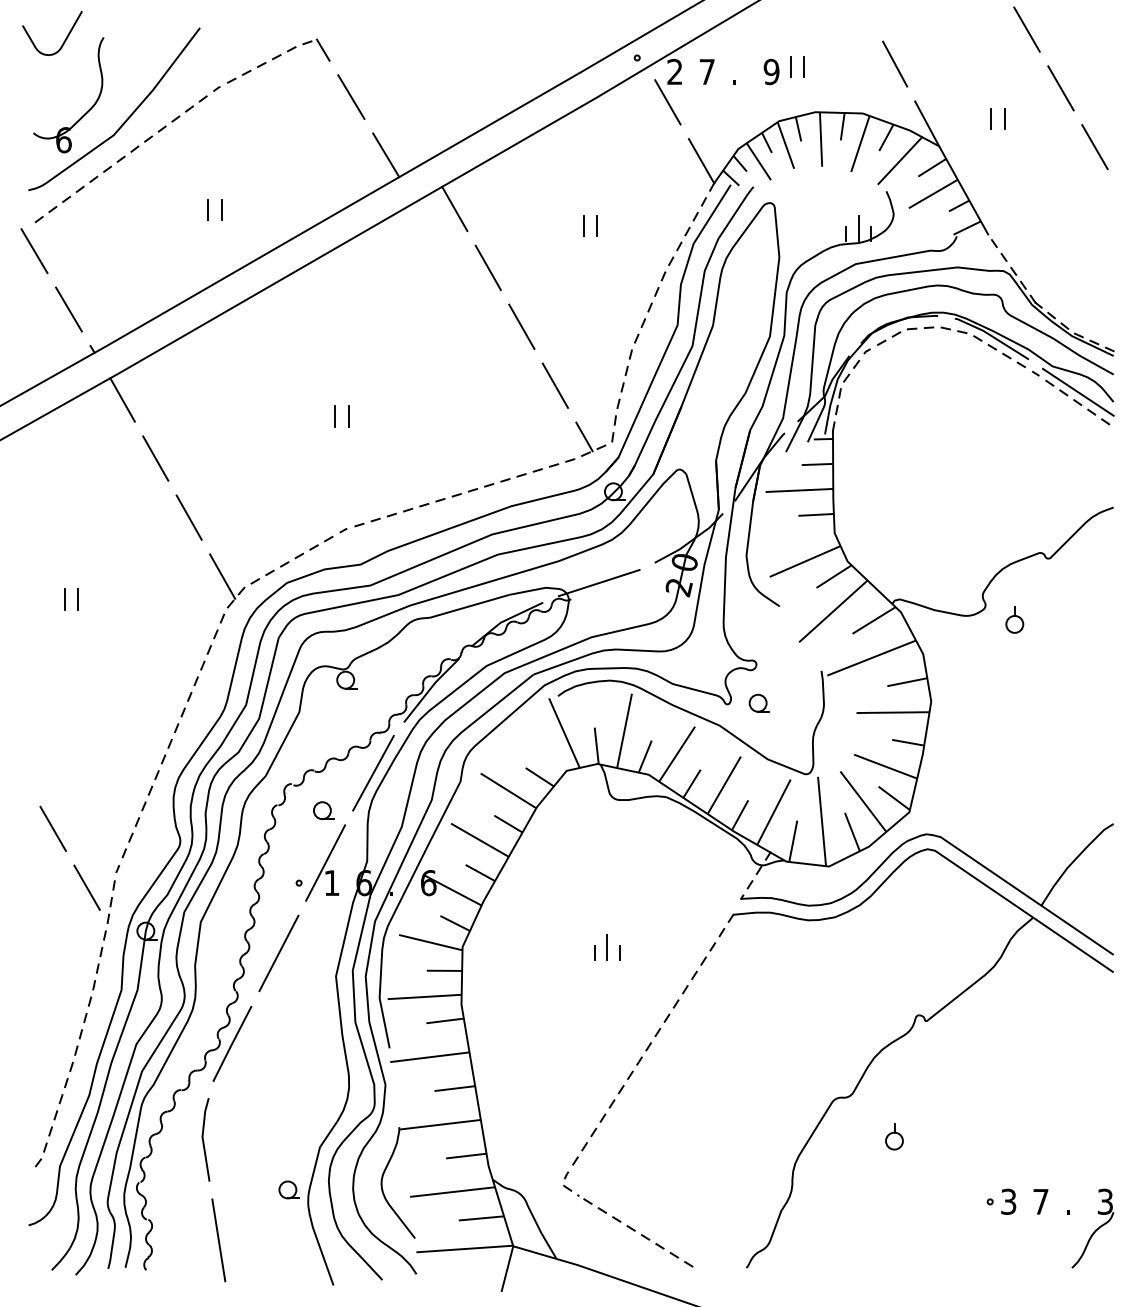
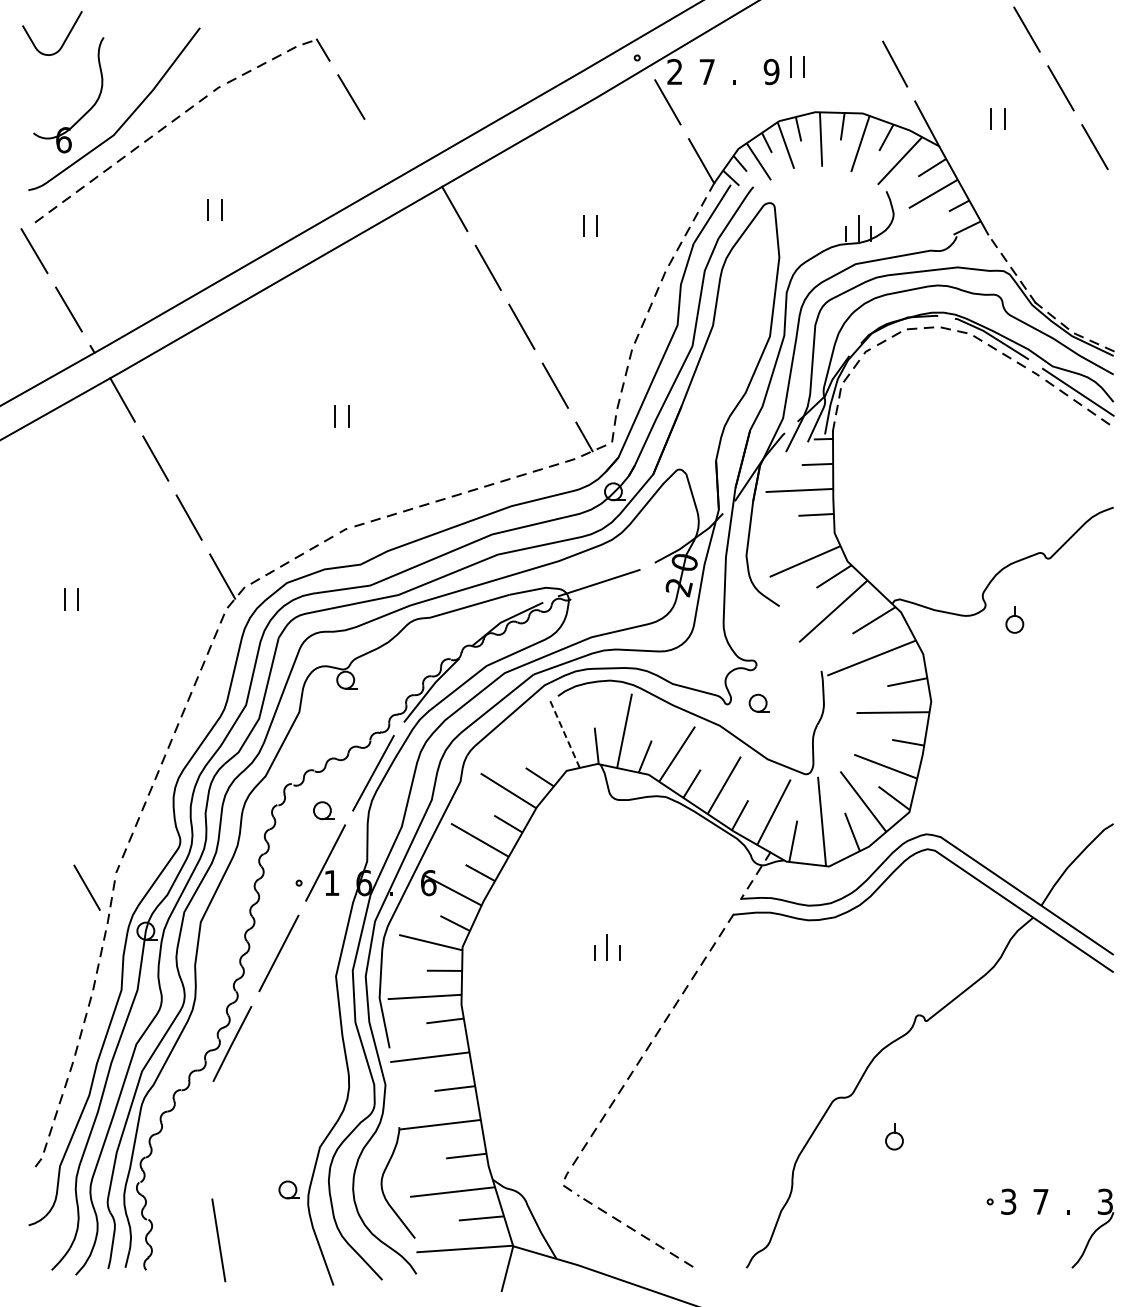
line at (386, 155): present -> none
line at (564, 732): solid -> dashed
line at (52, 828): present -> none
line at (203, 1139): present -> none
